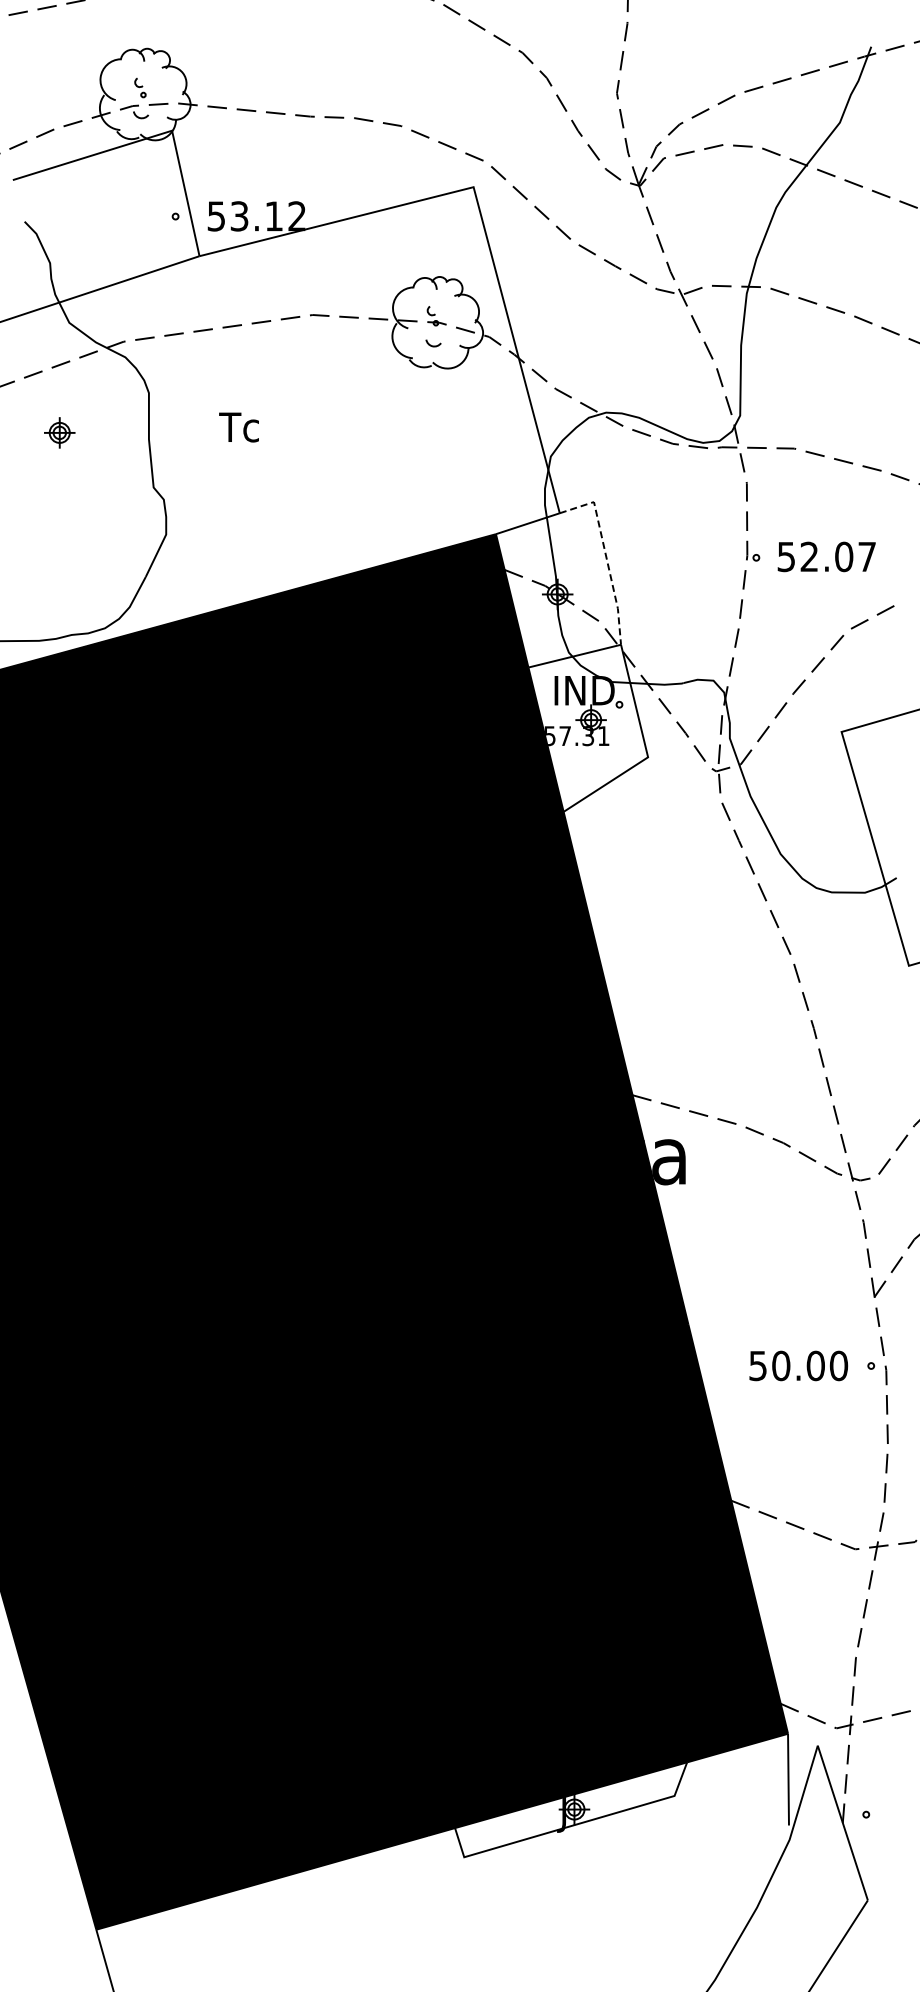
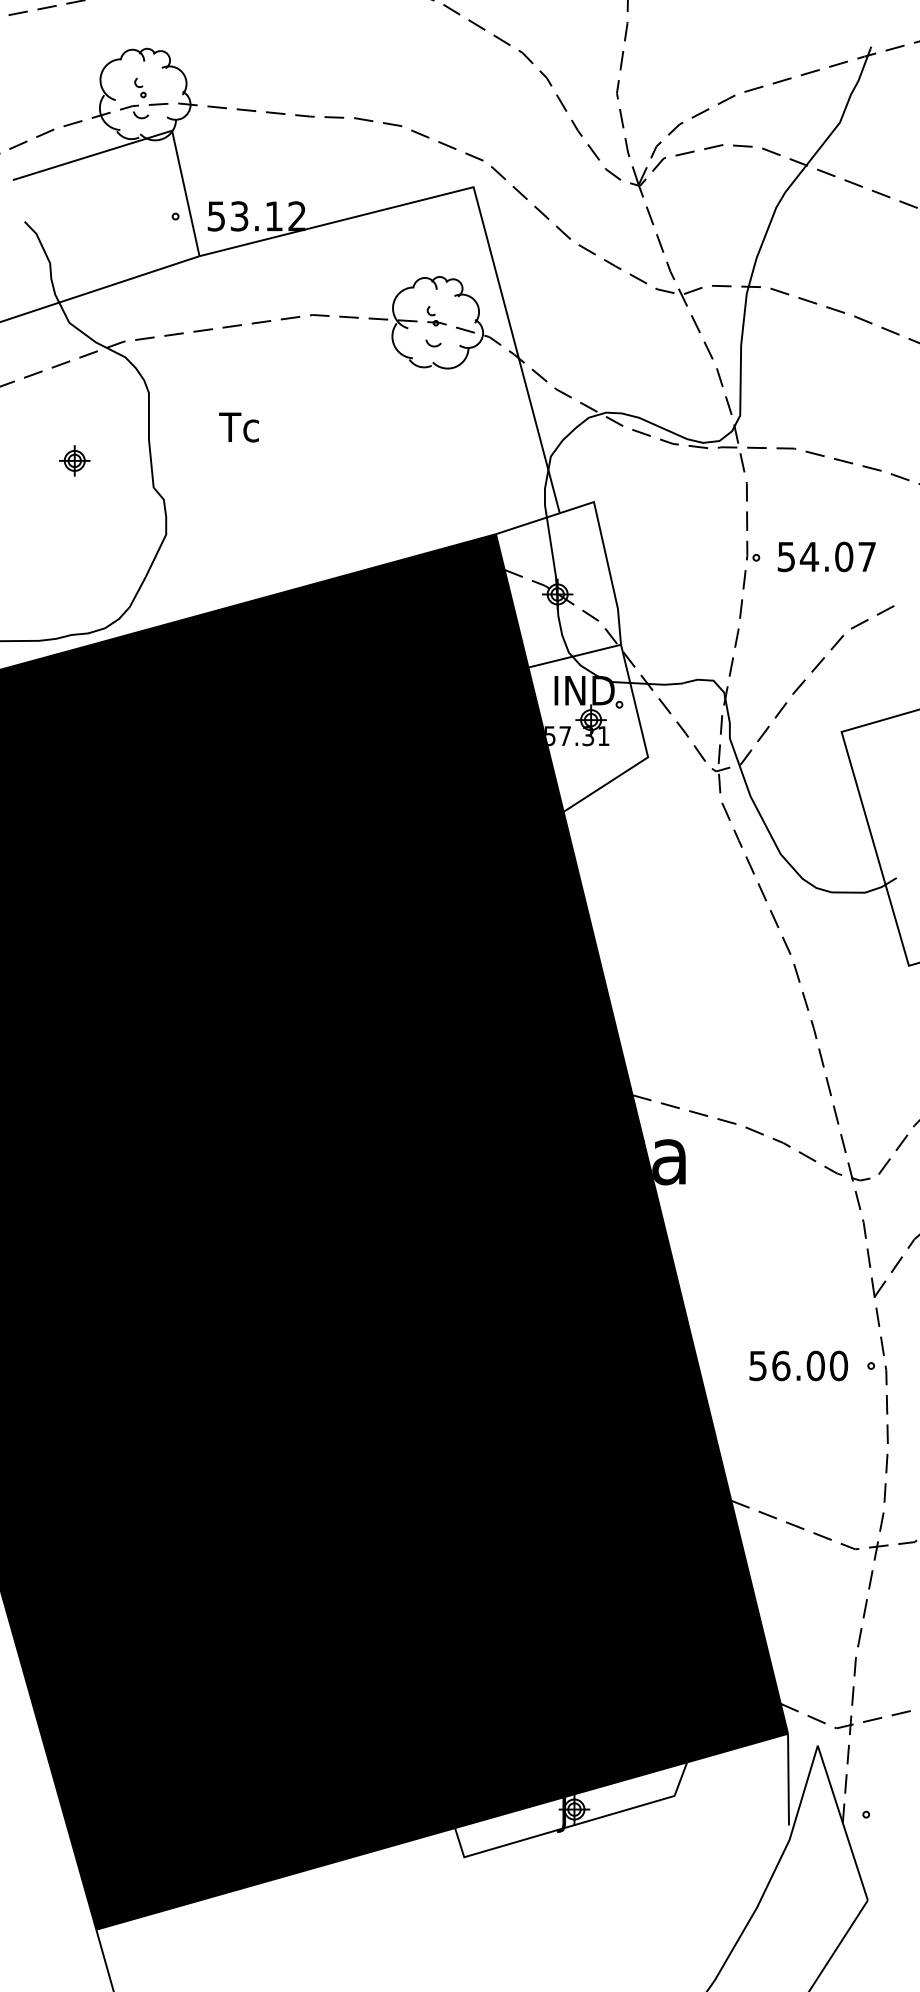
part at (59, 432) position: (59, 432) -> (74, 460)
line at (606, 556): dashed -> solid
text at (809, 556): 52.07 -> 54.07
text at (781, 1365): 50.00 -> 56.00
